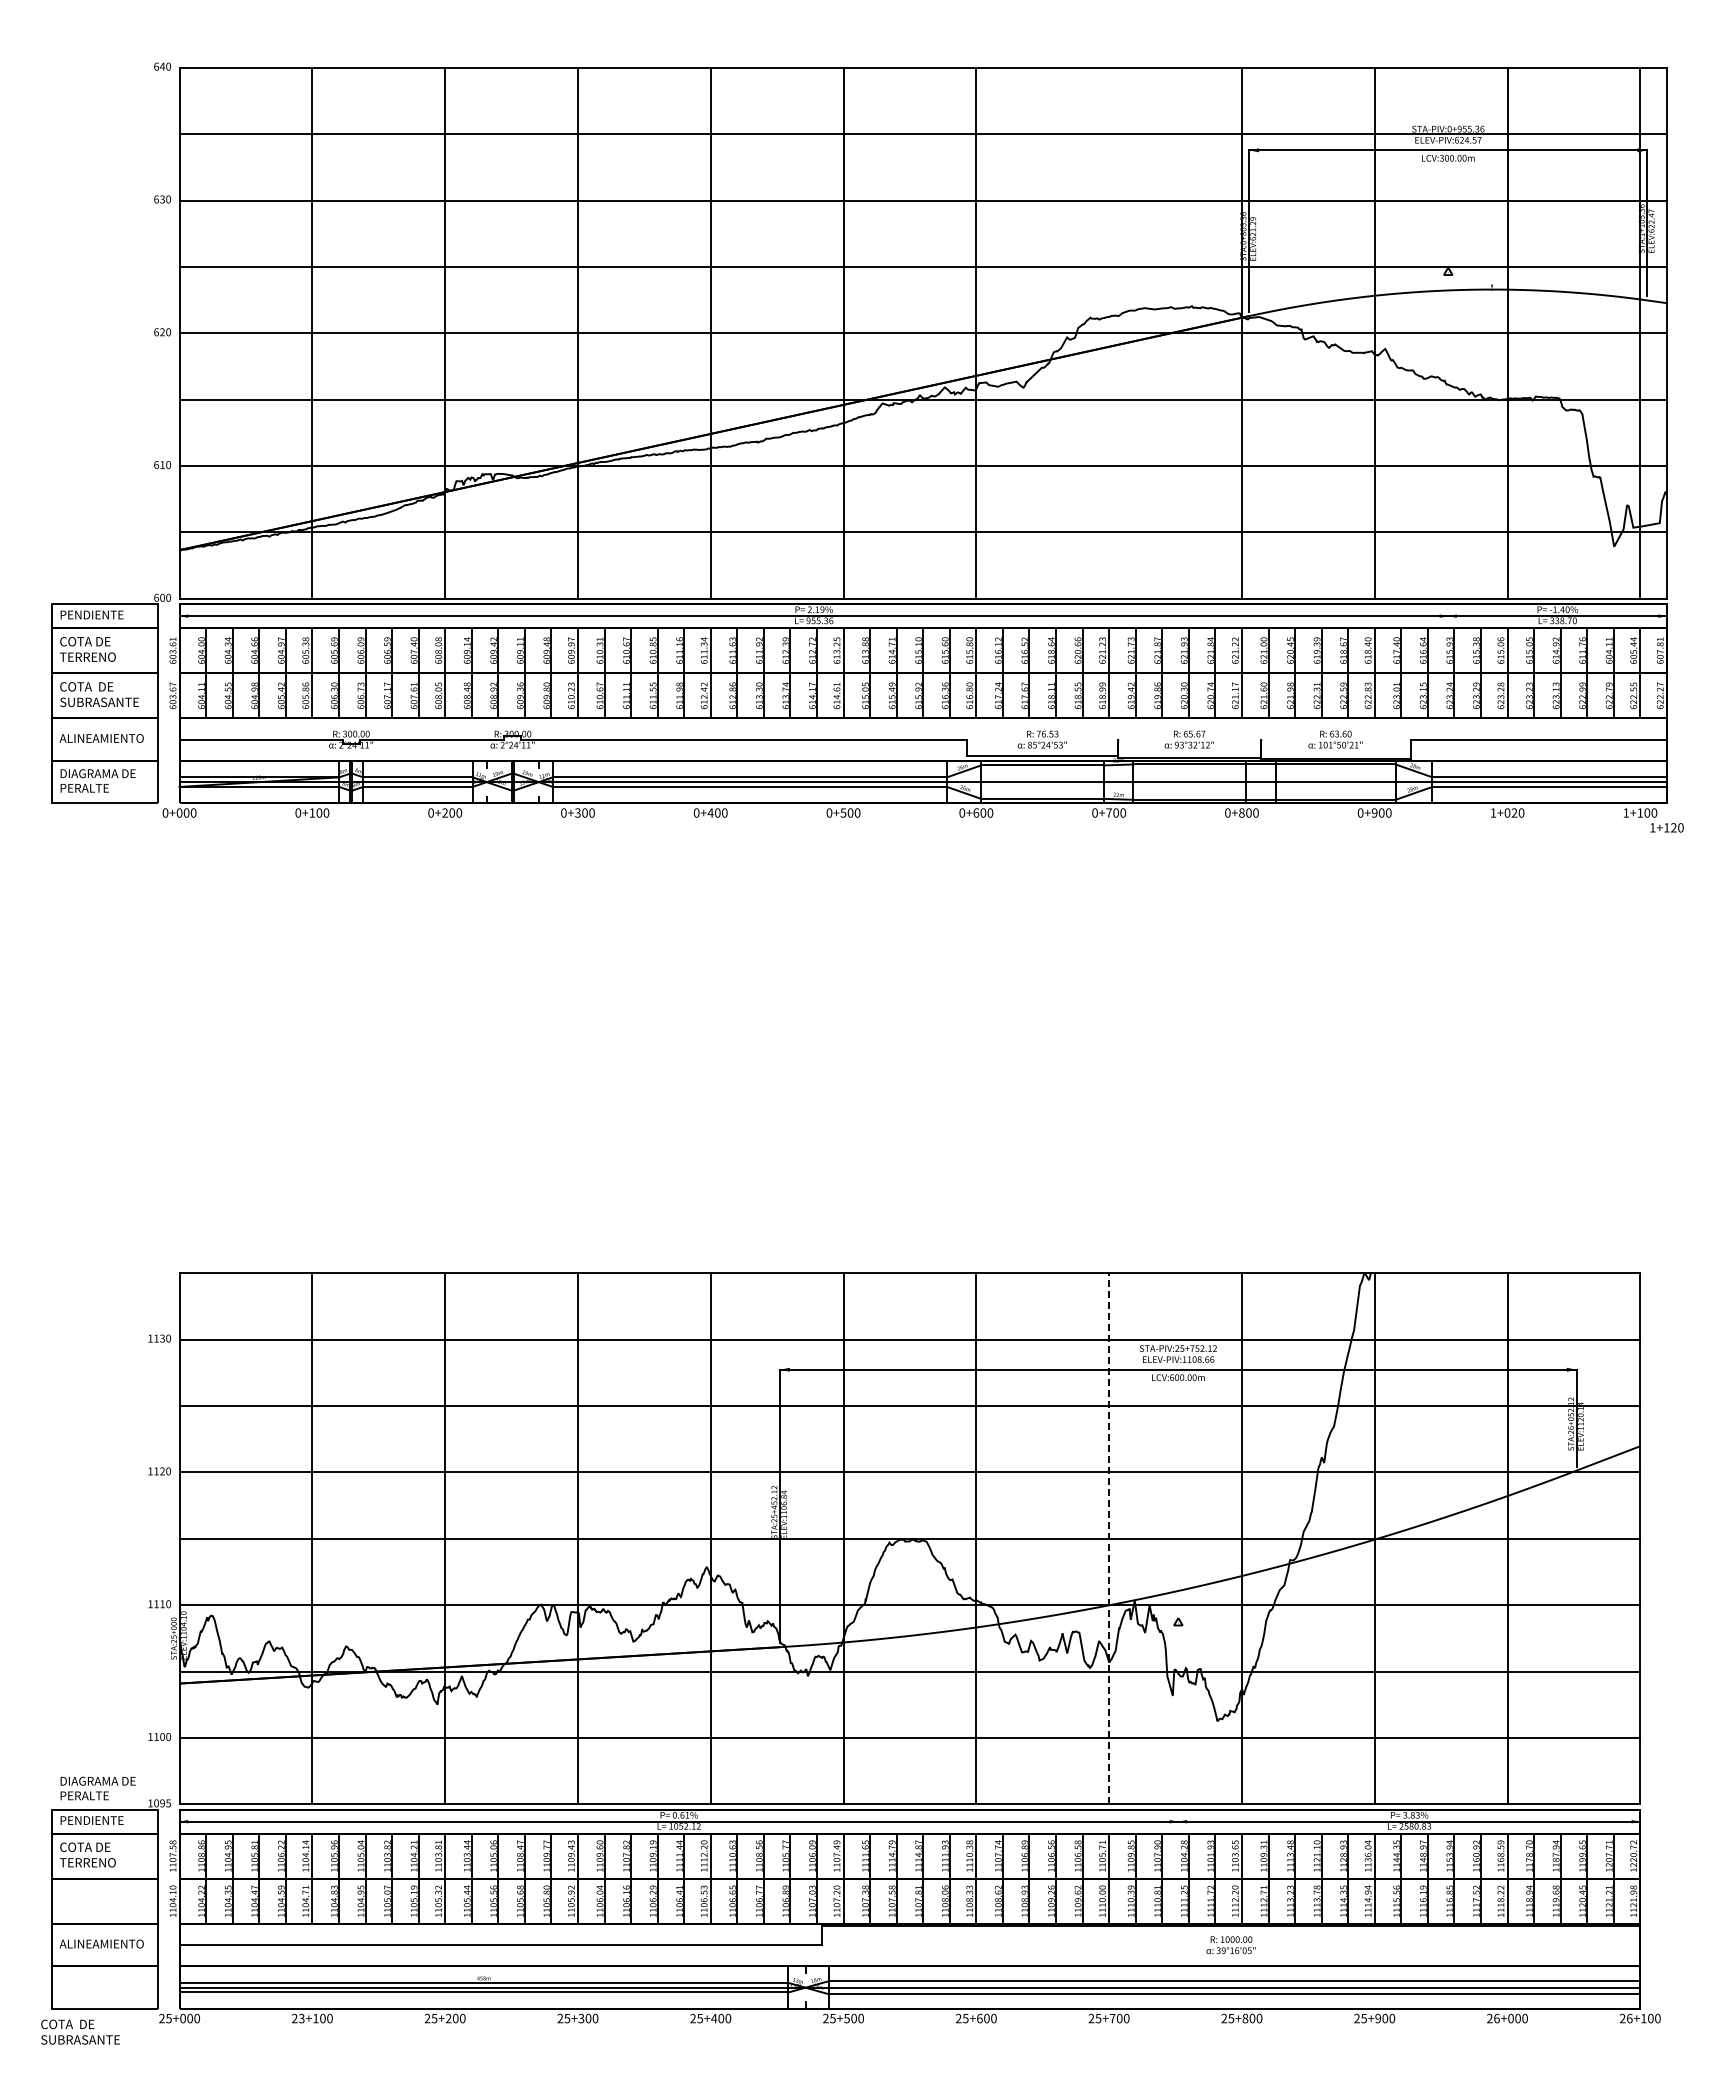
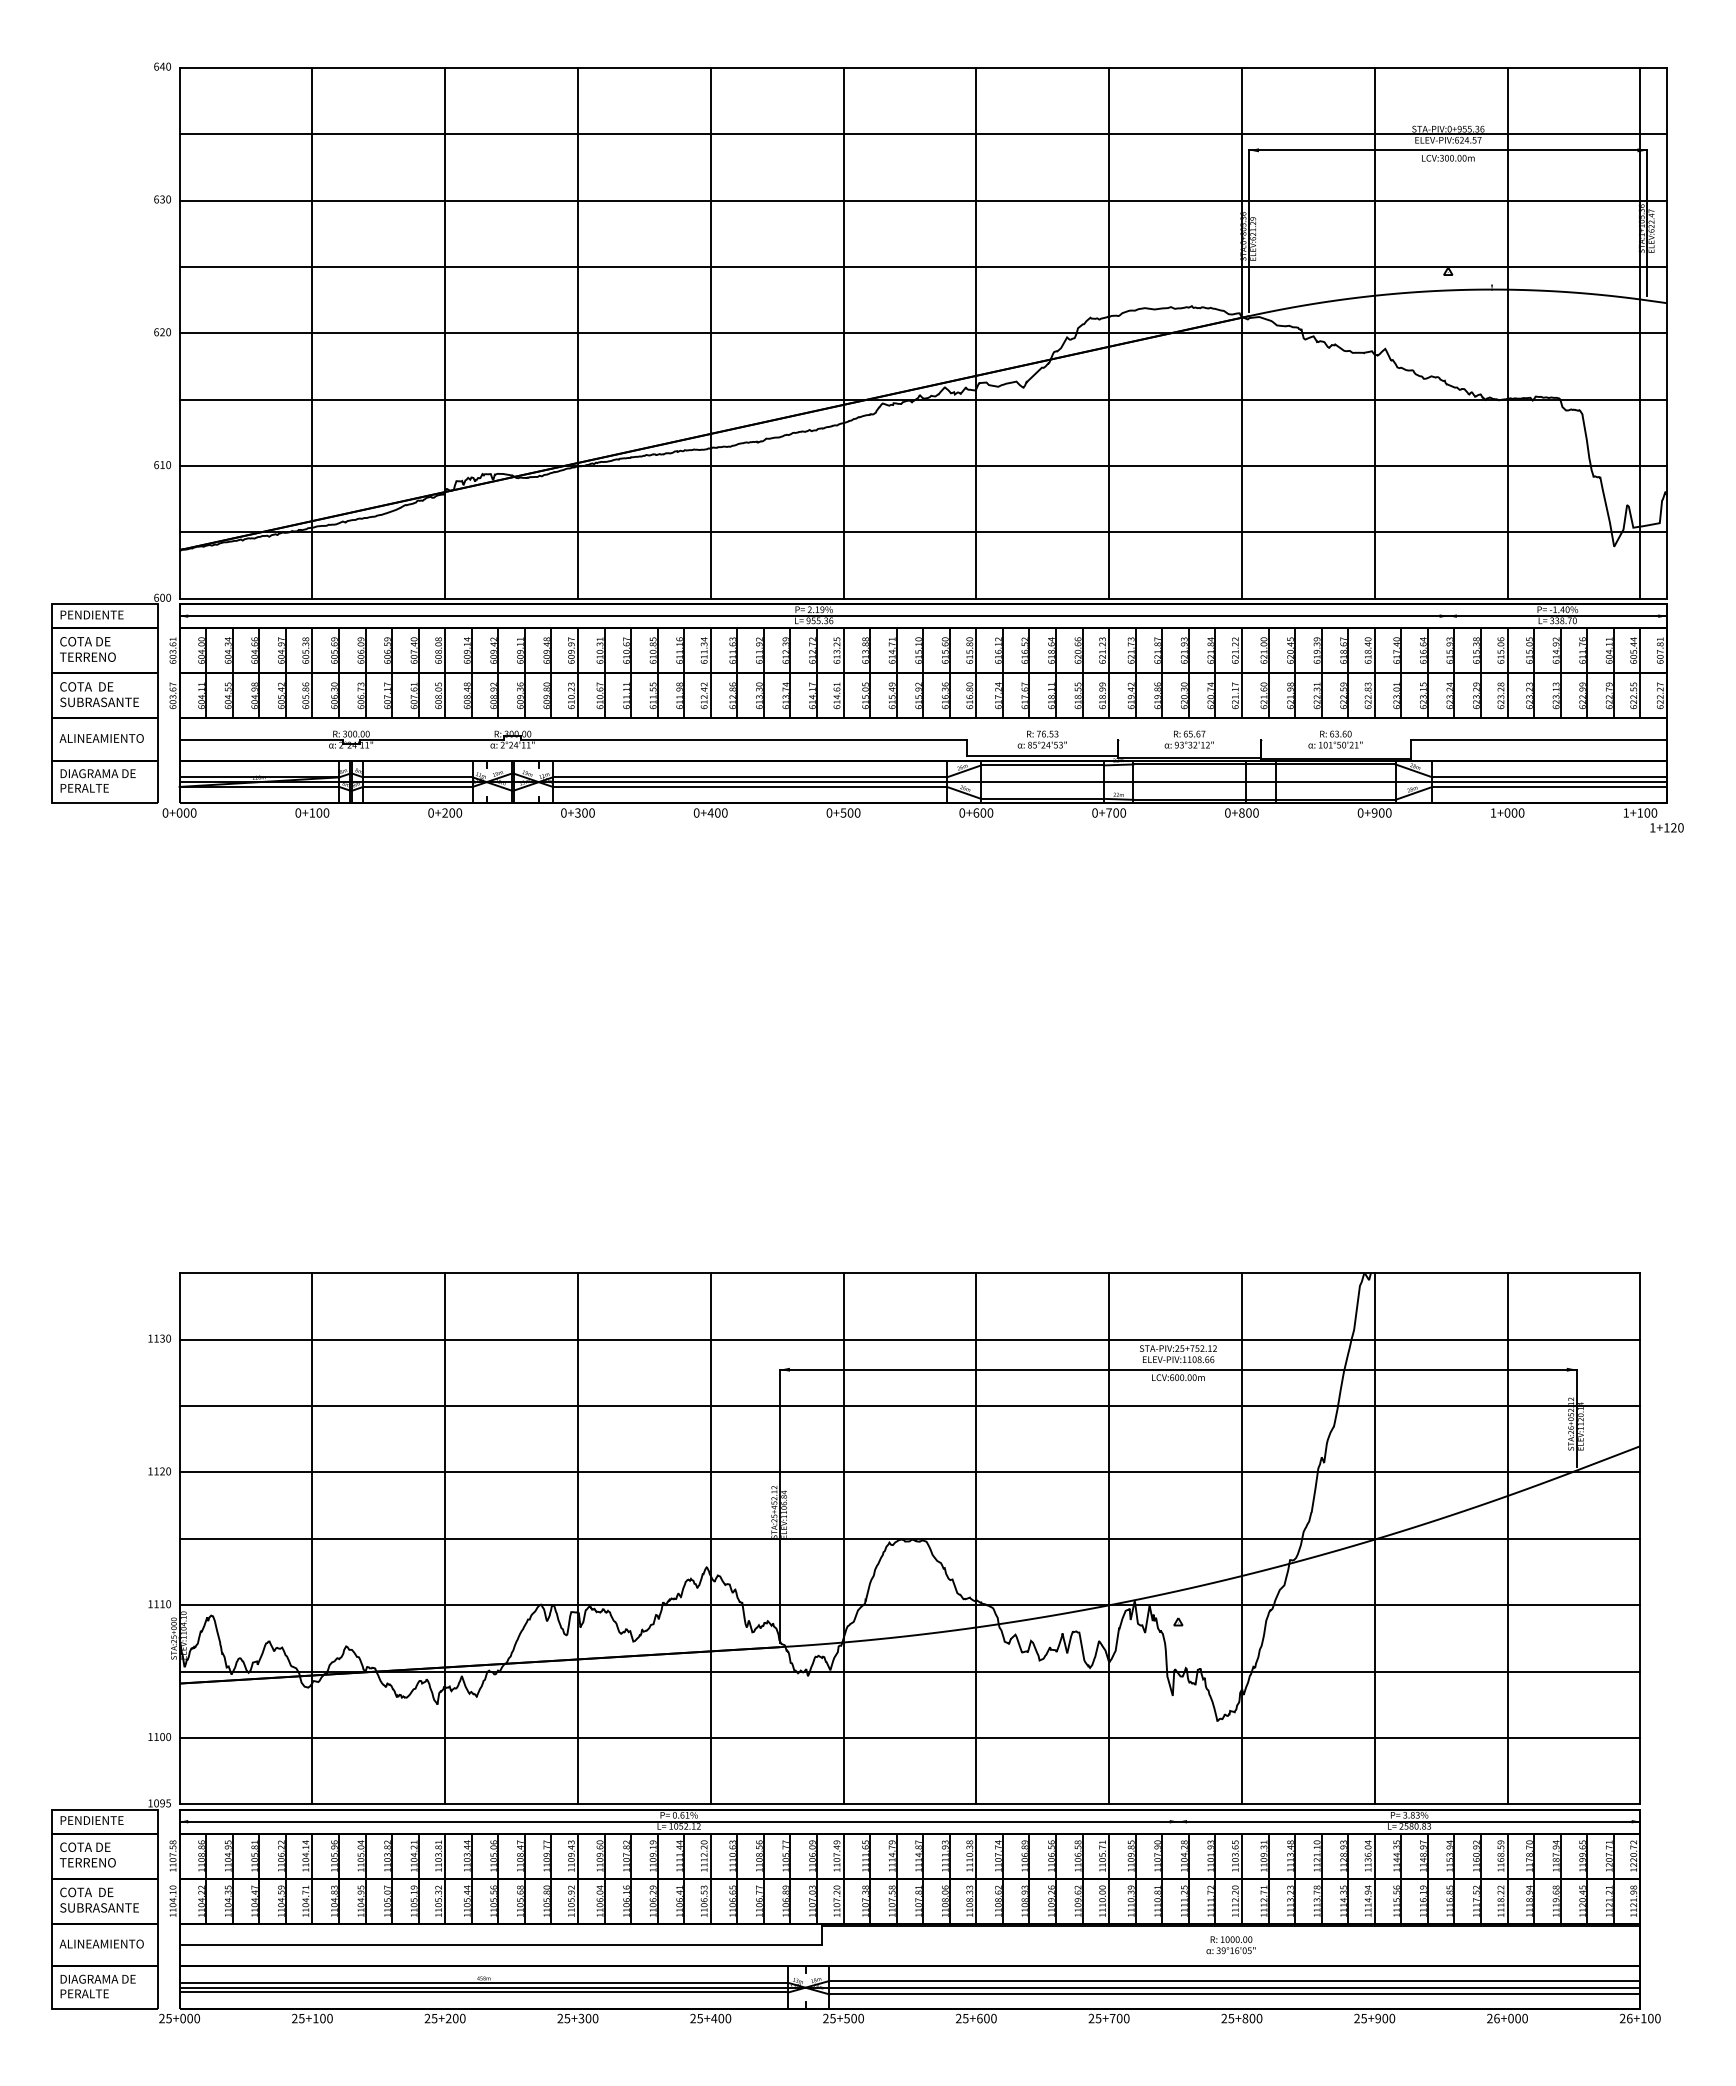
line at (1109, 332): none -> present
text at (1514, 812): 1+020 -> 1+000
line at (1109, 1538): dashed -> solid
text at (97, 1788) position: (97, 1788) -> (97, 1986)
text at (301, 2017): 23+100 -> 25+100
text at (80, 2031) position: (80, 2031) -> (99, 1899)
